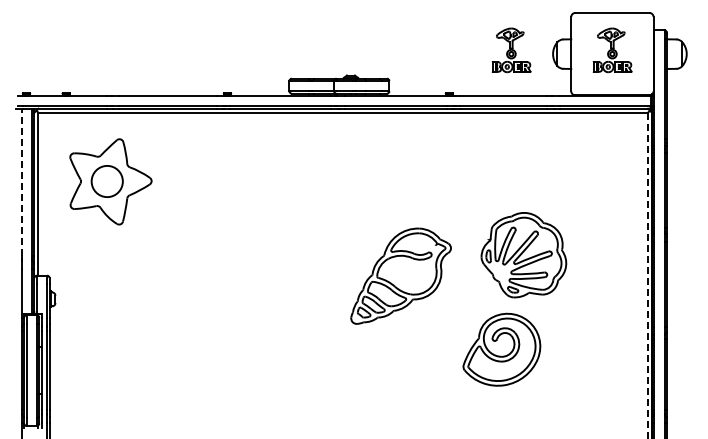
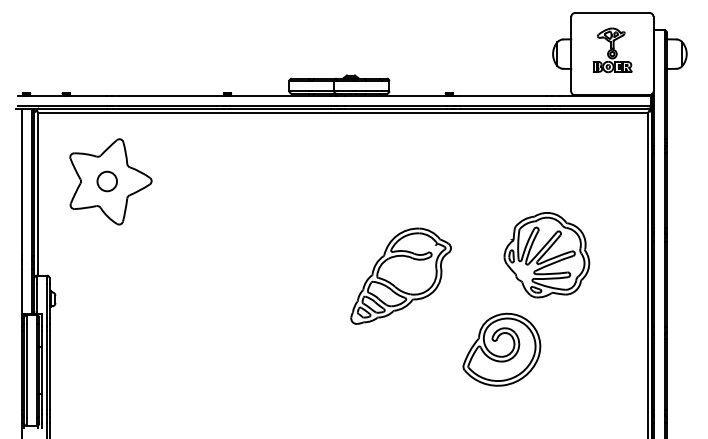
part at (511, 50): present -> none
line at (21, 181): dashed -> solid
circle at (106, 181) diameter: 31 px -> 20 px
part at (523, 255) position: (523, 255) -> (546, 255)
line at (647, 275): dashed -> solid
